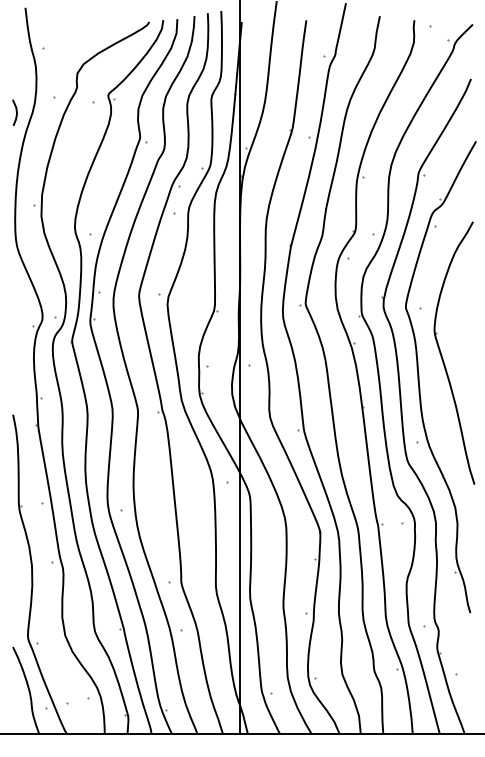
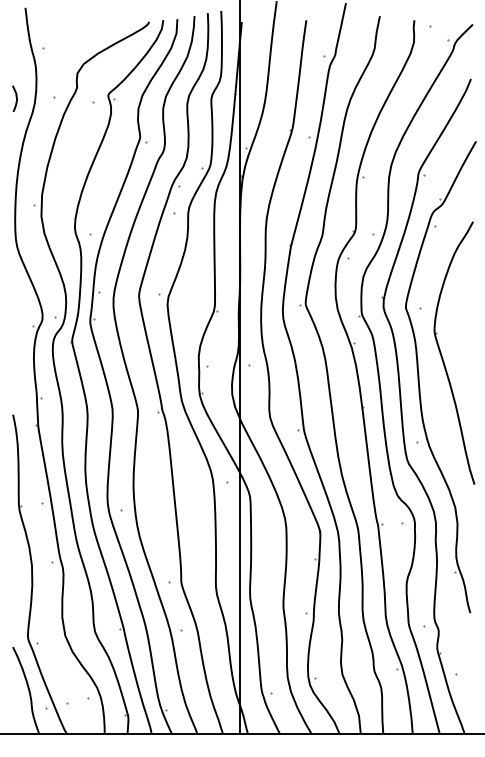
line at (15, 111) position: (15, 111) -> (15, 97)
